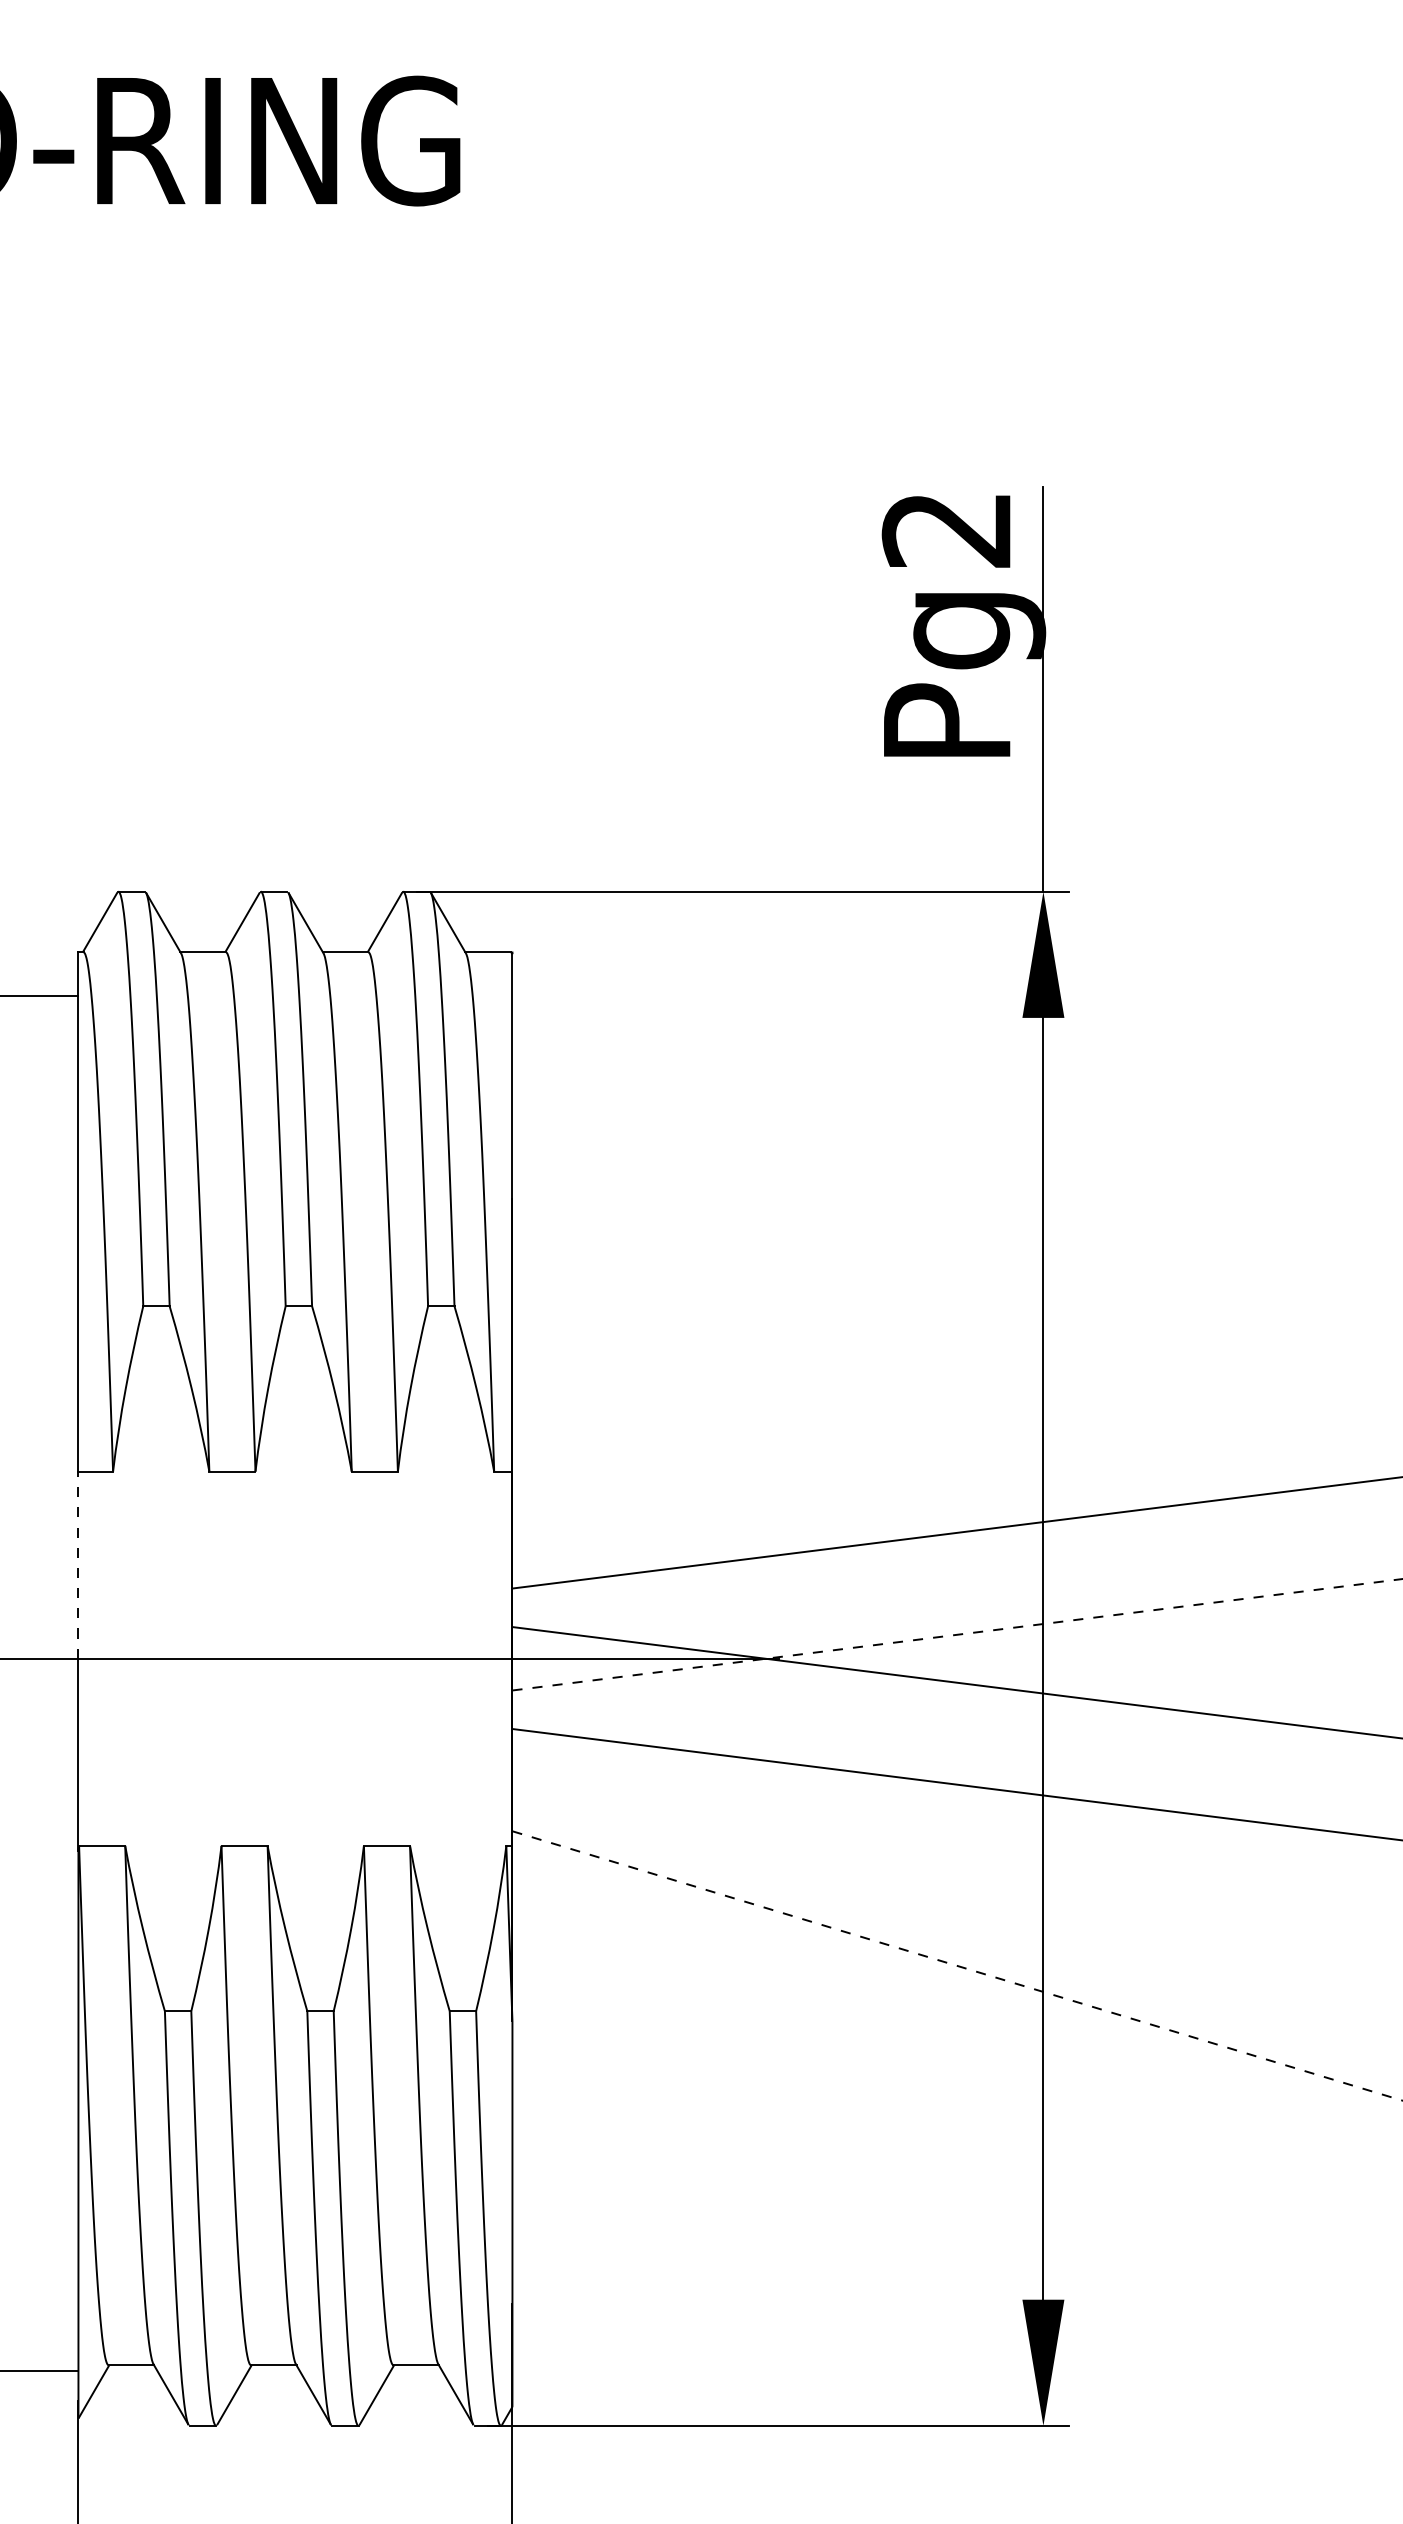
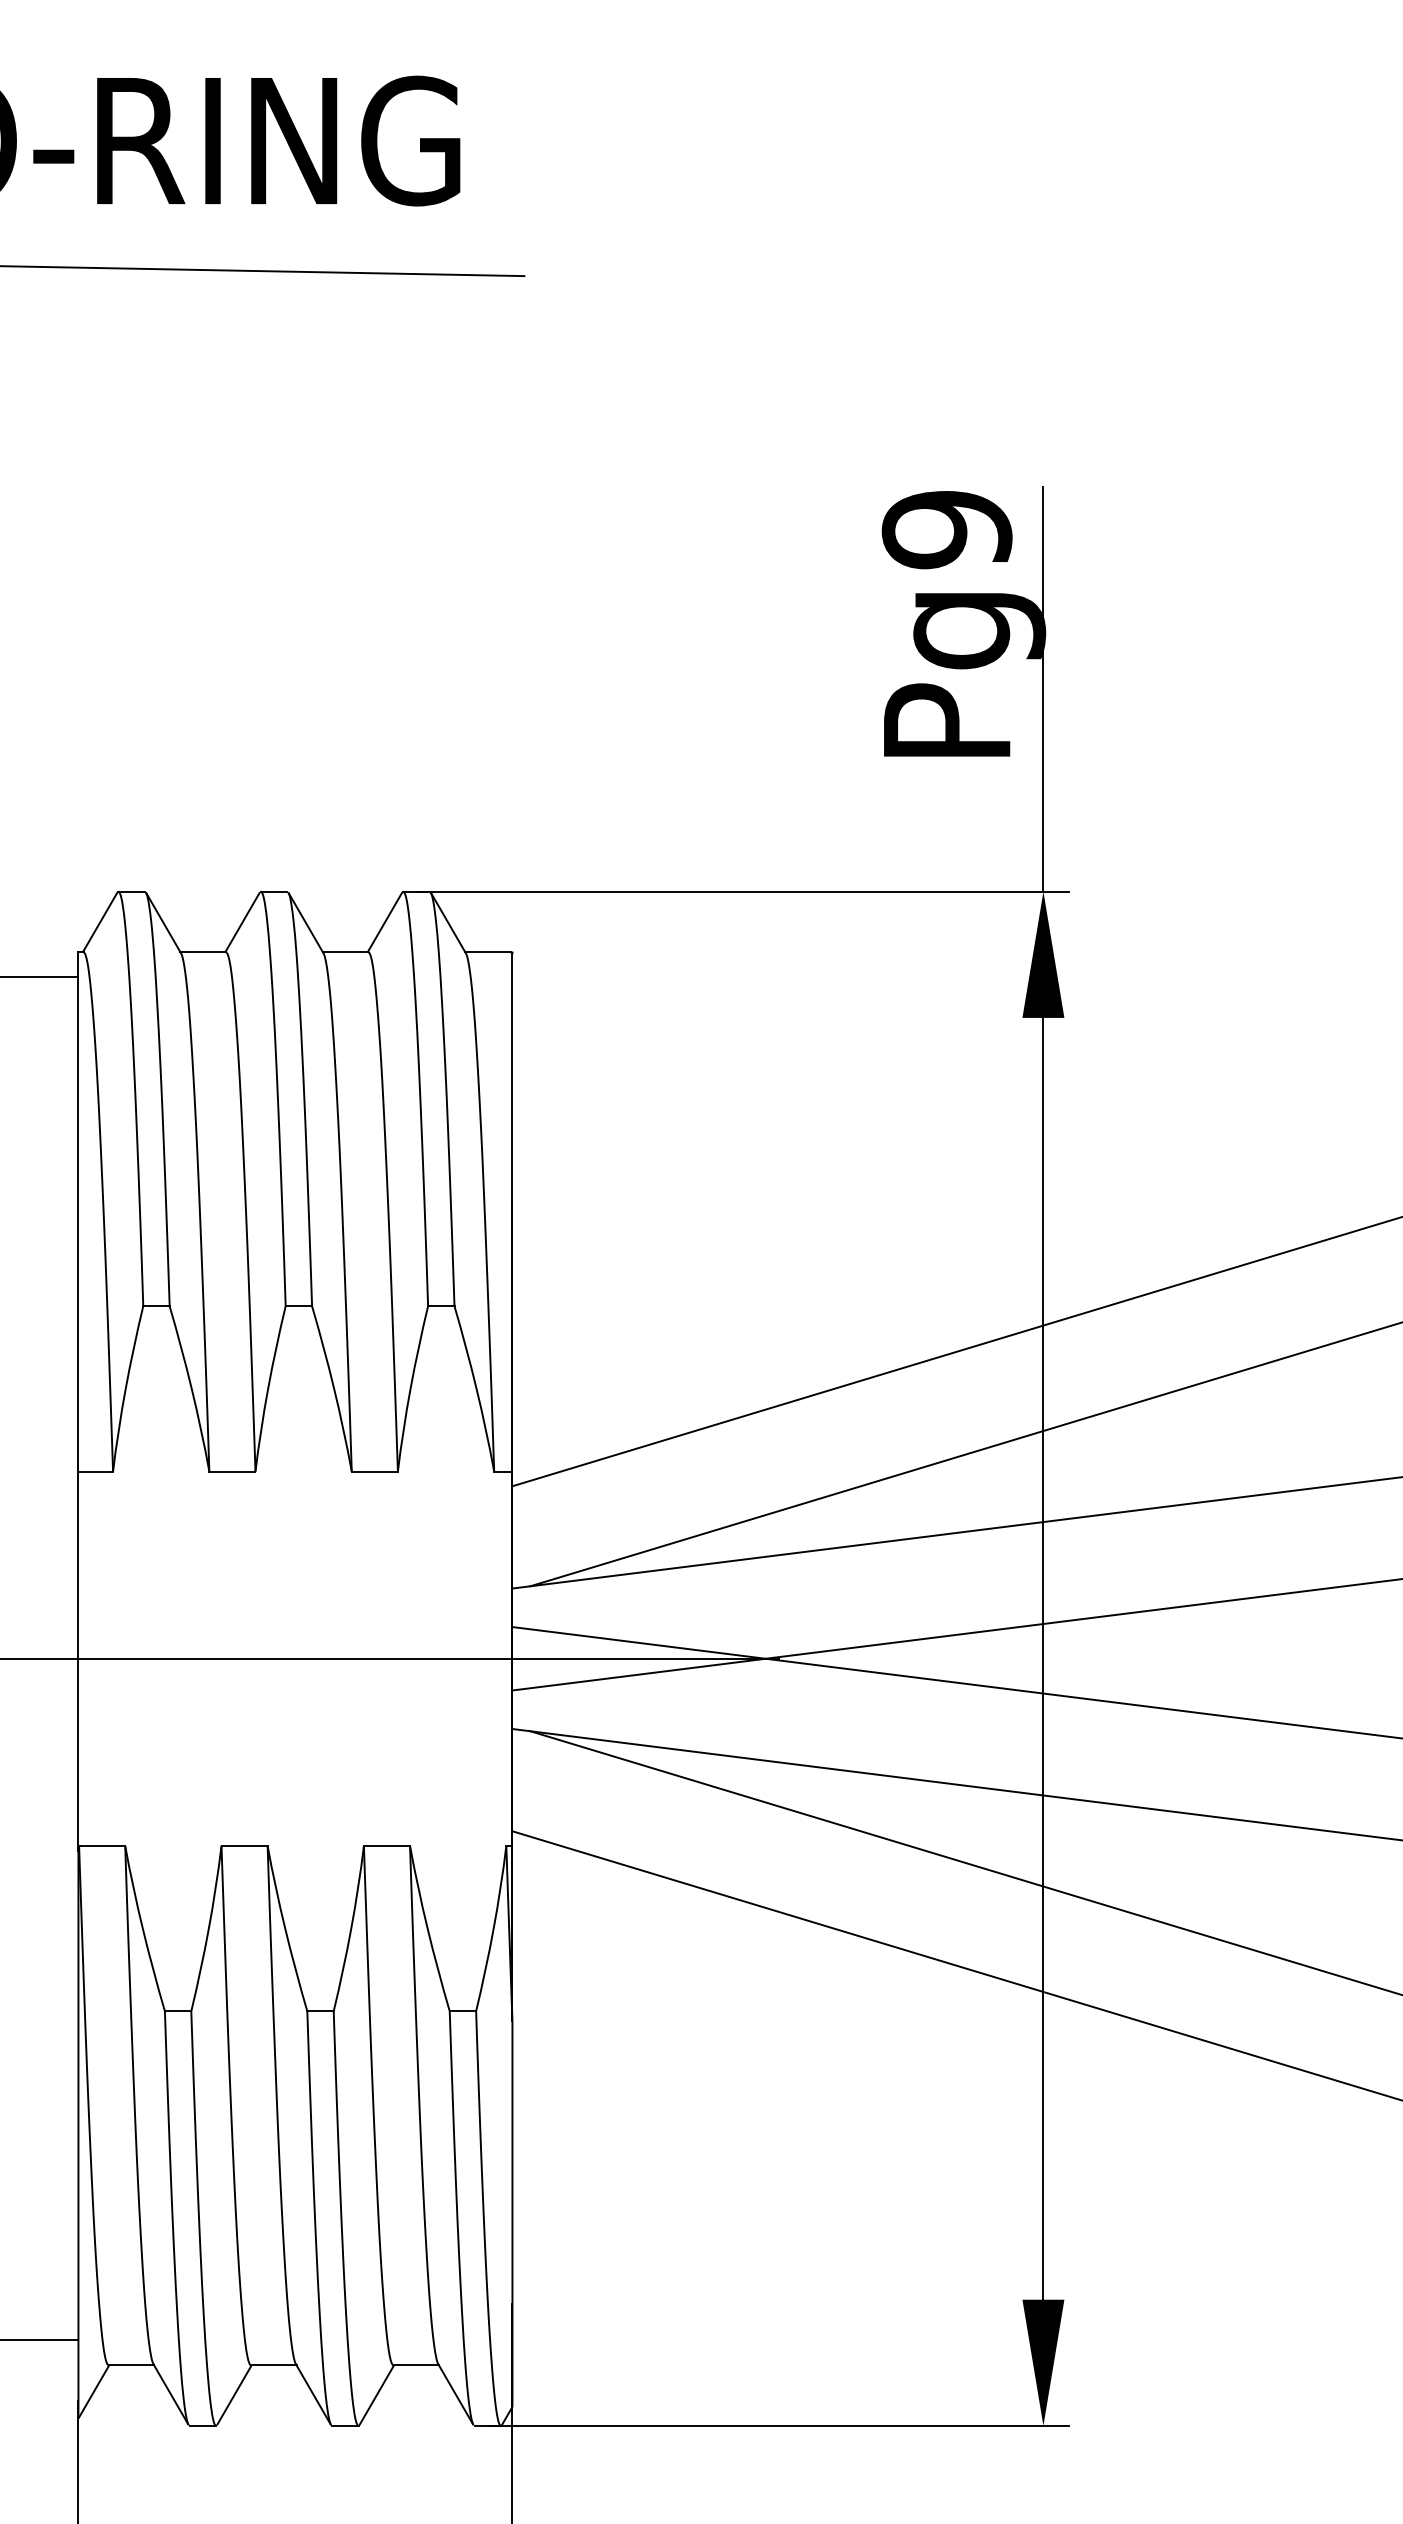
line at (263, 271): none -> present
text at (946, 530): Pg2 -> Pg9
line at (40, 996) position: (40, 996) -> (40, 977)
line at (955, 1351): none -> present
line at (964, 1454): none -> present
line at (78, 1565): dashed -> solid
line at (957, 1634): dashed -> solid
line at (964, 1862): none -> present
line at (957, 1965): dashed -> solid
line at (40, 2371) position: (40, 2371) -> (40, 2340)
